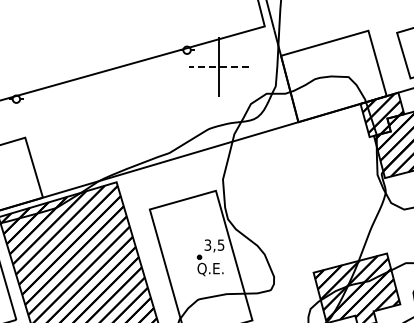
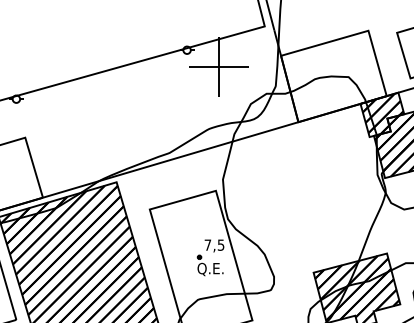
line at (218, 66): dashed -> solid
text at (207, 244): 3,5 -> 7,5
